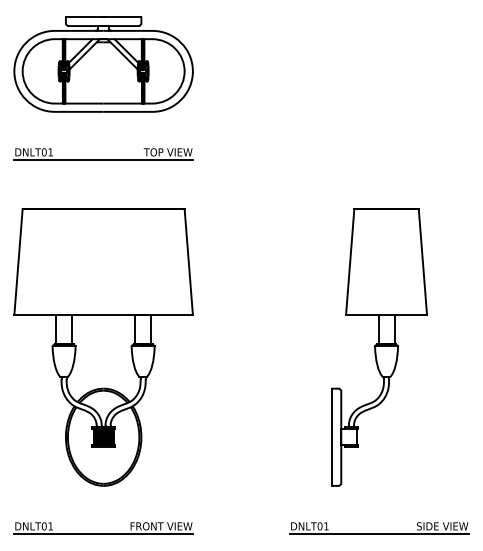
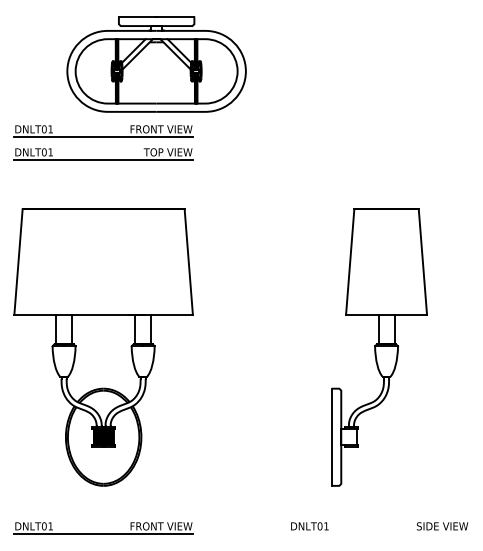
part at (103, 64) position: (103, 64) -> (156, 64)
part at (103, 131): none -> present
line at (379, 534): present -> none
